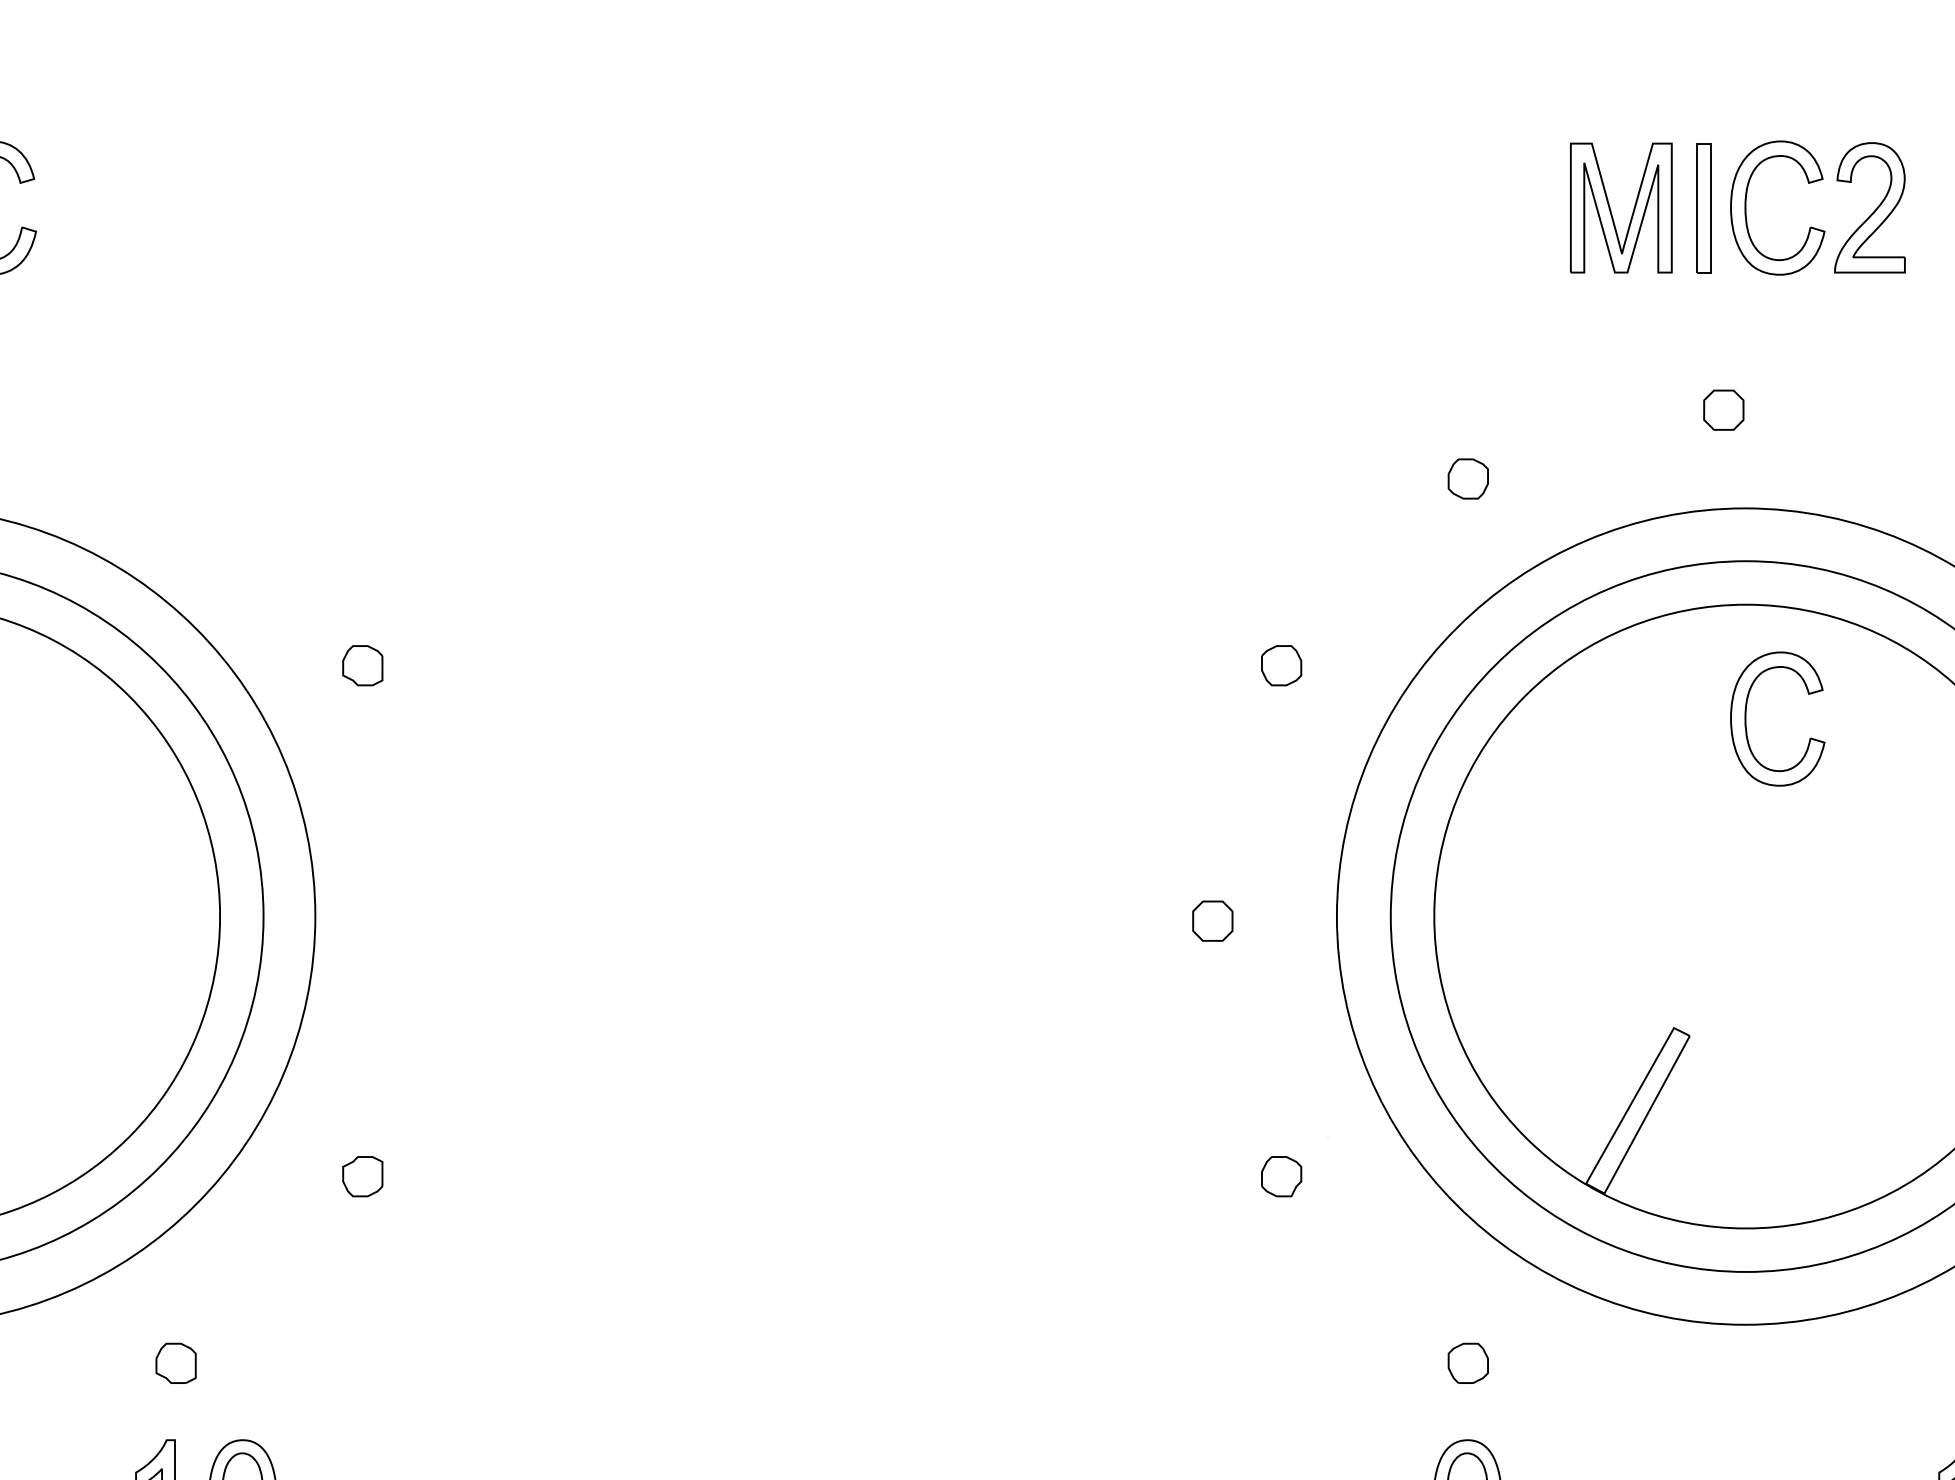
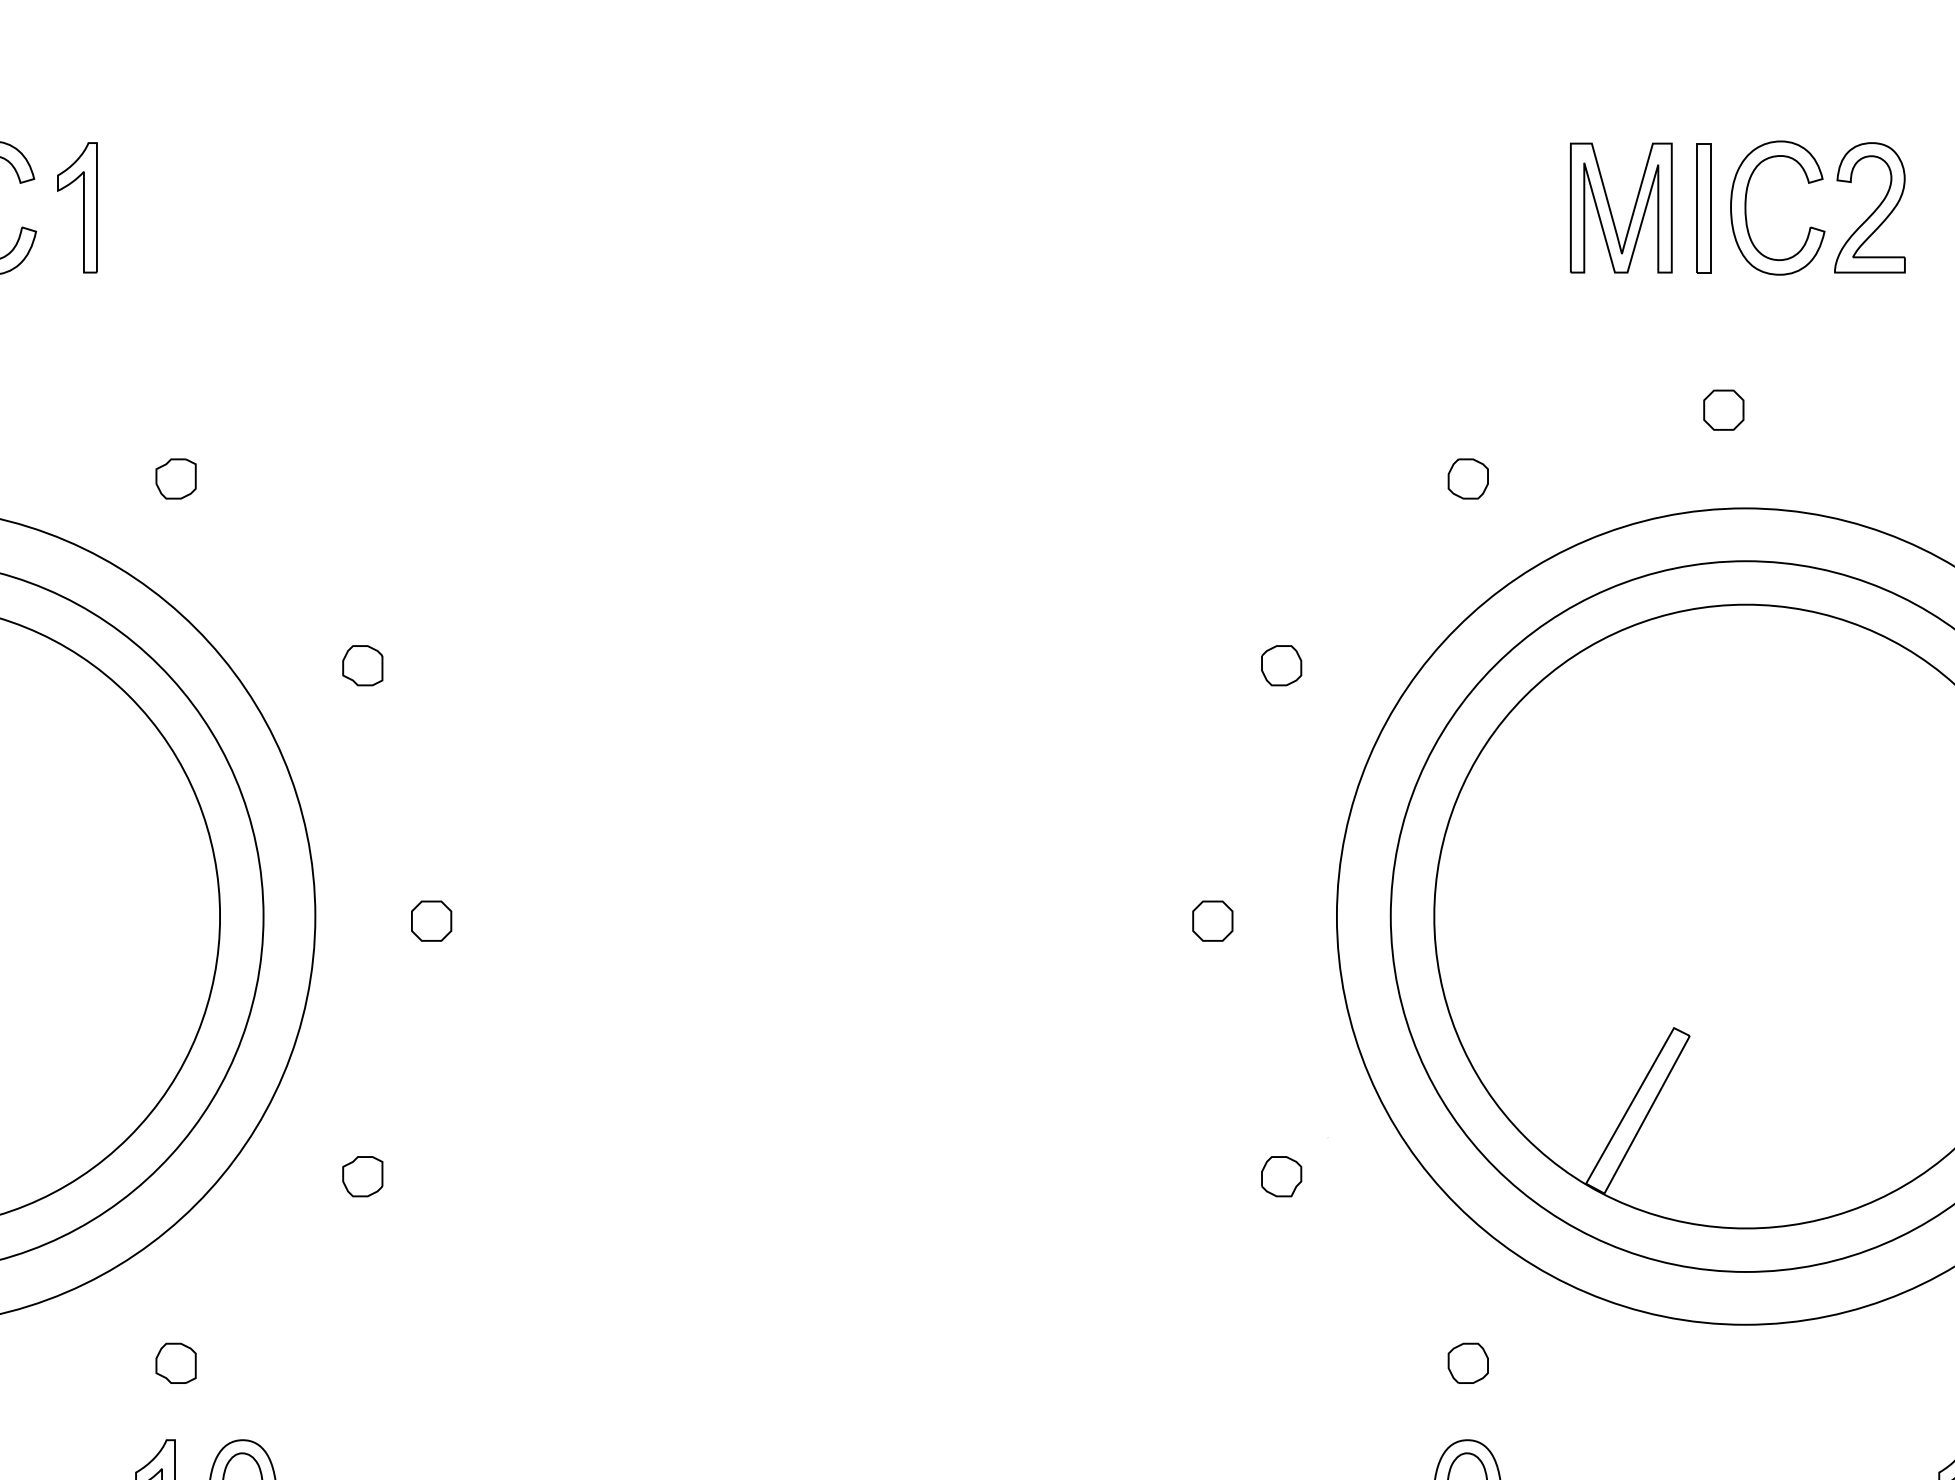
part at (77, 207): none -> present
part at (175, 478): none -> present
part at (1746, 718): present -> none
part at (431, 920): none -> present
